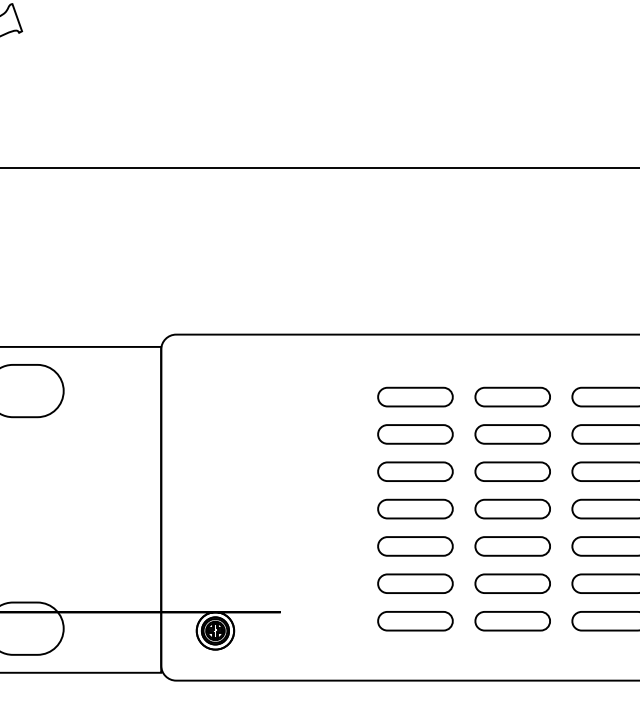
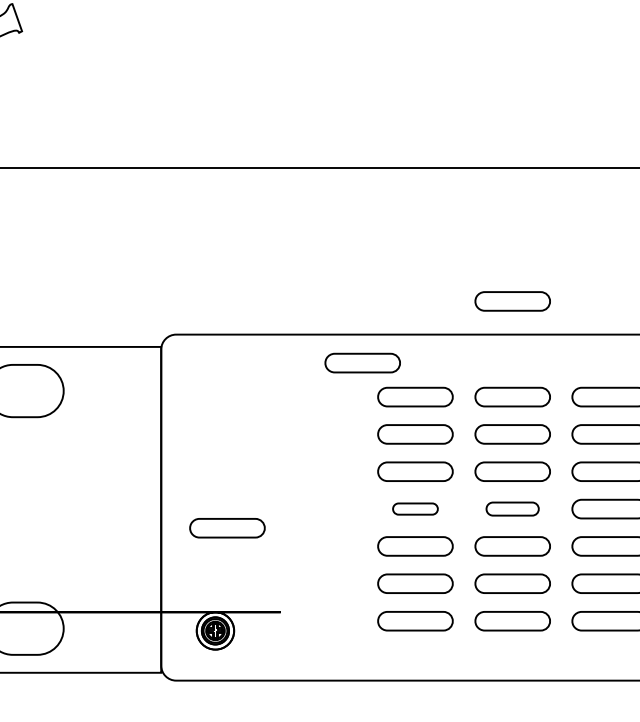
part at (512, 301): none -> present
part at (362, 362): none -> present
part at (415, 508) size: 77x22 px -> 47x14 px
part at (512, 508) size: 77x22 px -> 55x16 px
part at (227, 528): none -> present
